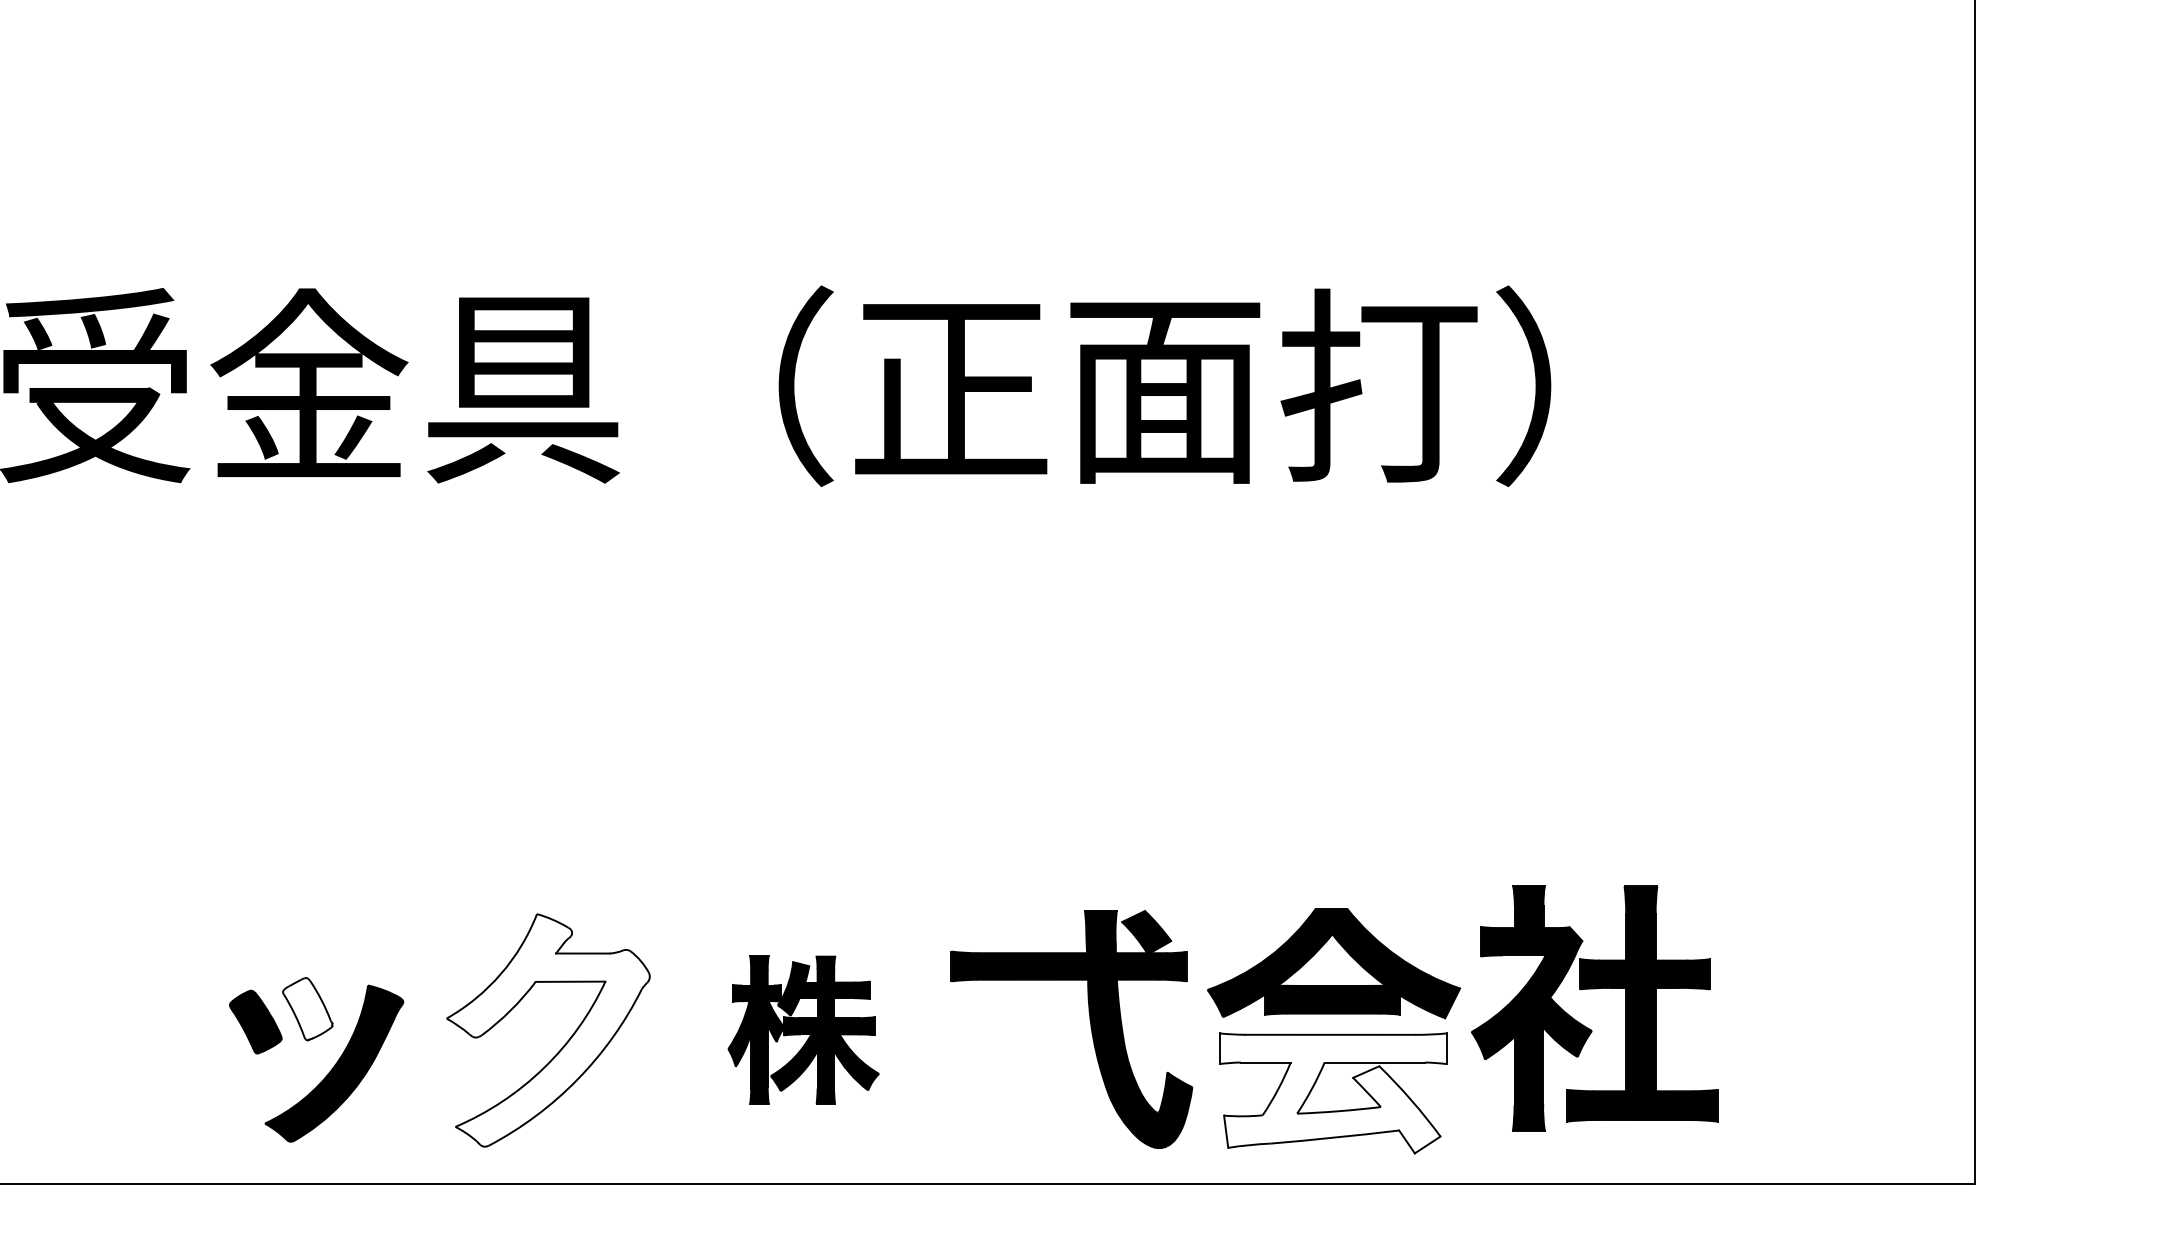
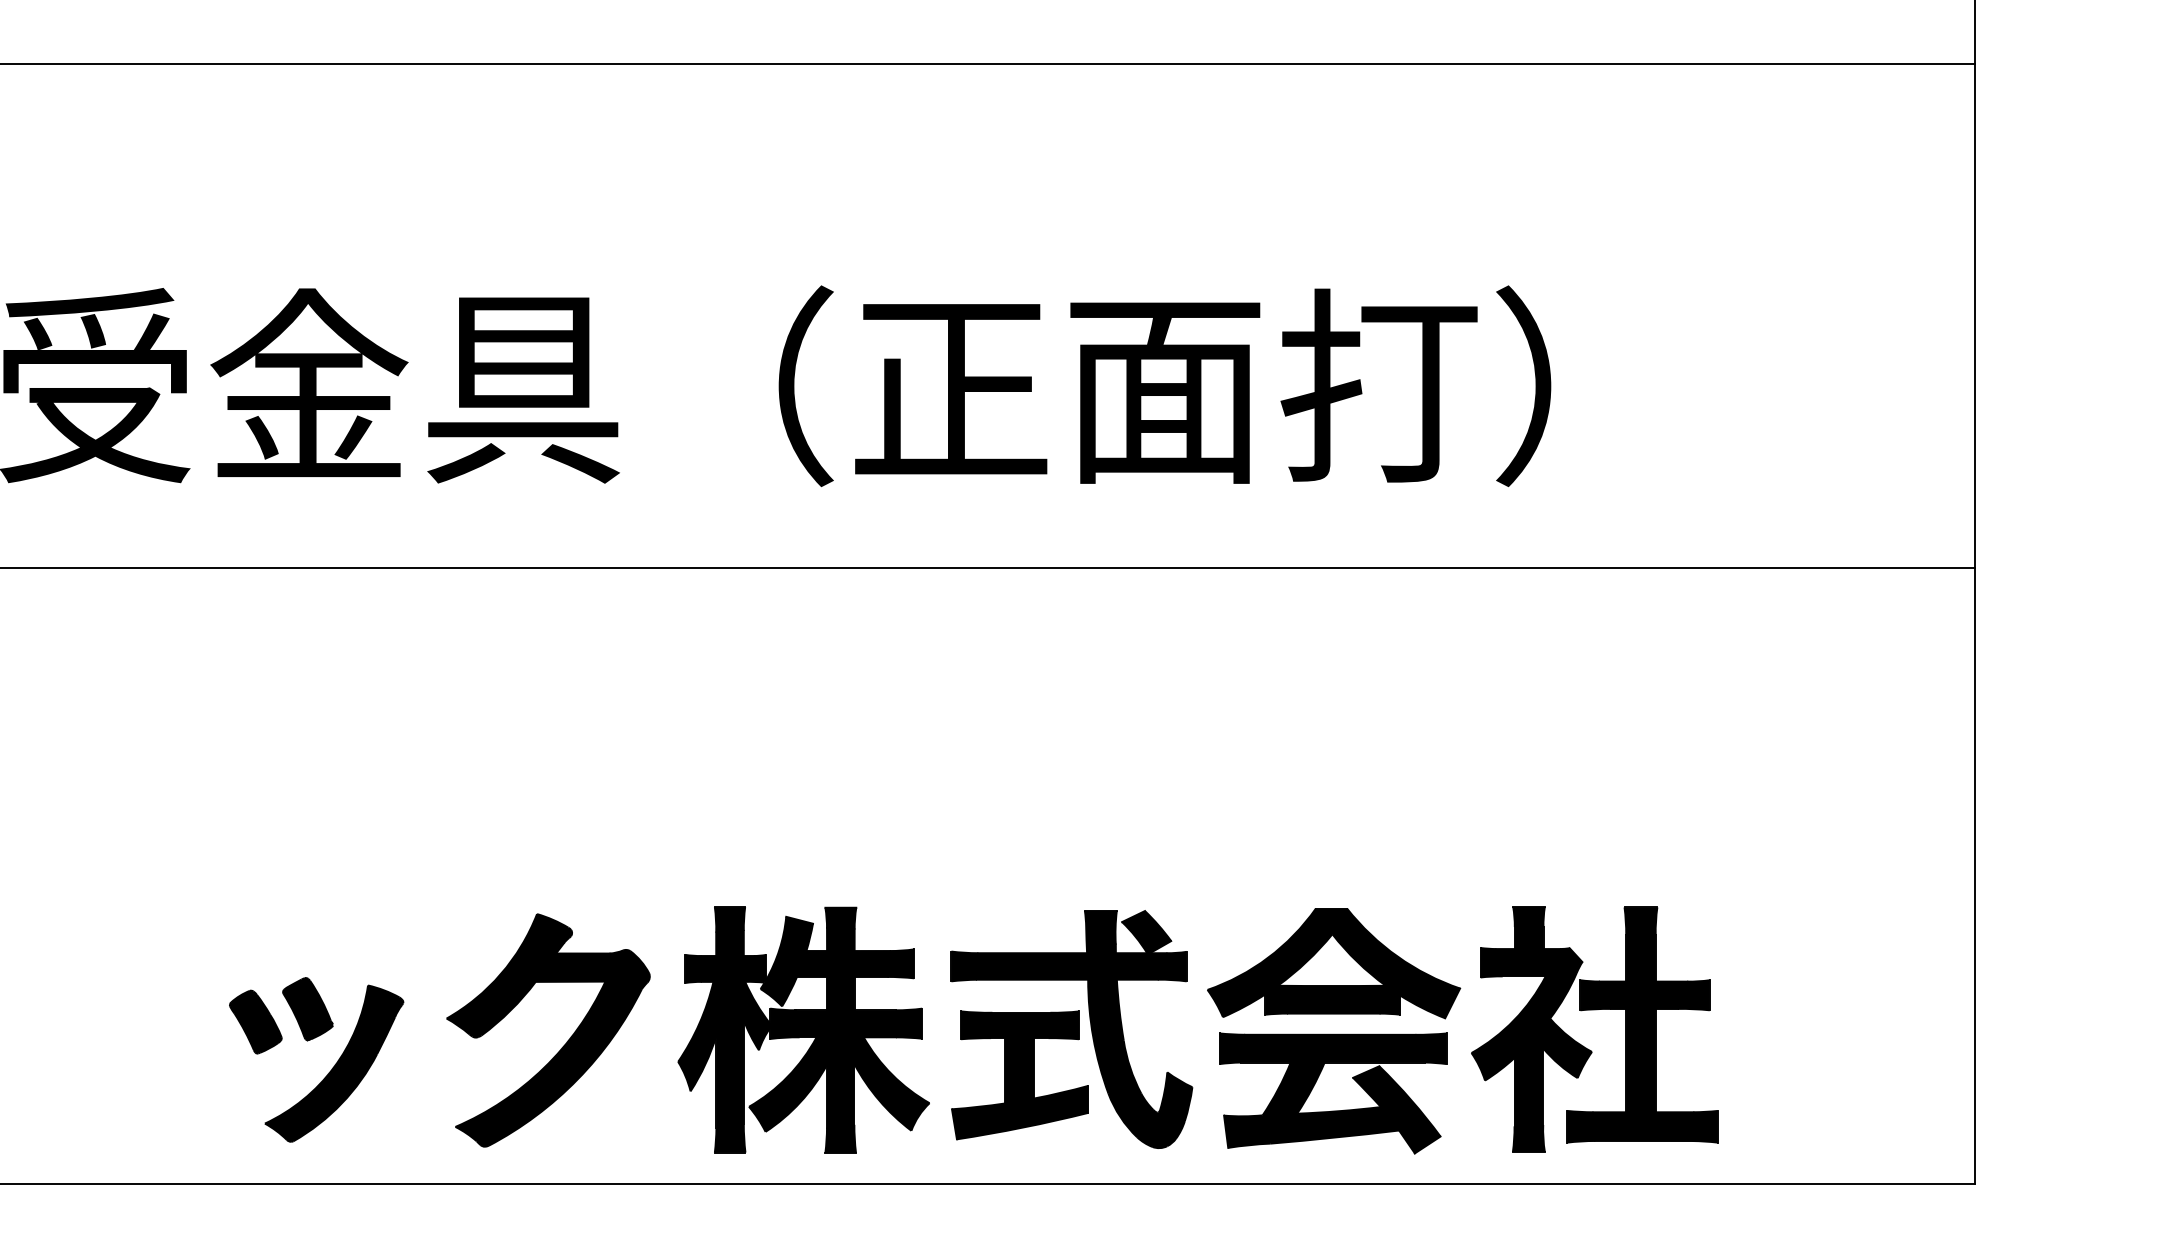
line at (988, 63): none -> present
line at (988, 567): none -> present
part at (1594, 989) position: (1594, 989) -> (1594, 1010)
fill at (307, 1009): none -> present
part at (803, 1029) size: 153x150 px -> 253x248 px
fill at (547, 1030): none -> present
part at (1019, 1075): none -> present
fill at (1332, 1093): none -> present
